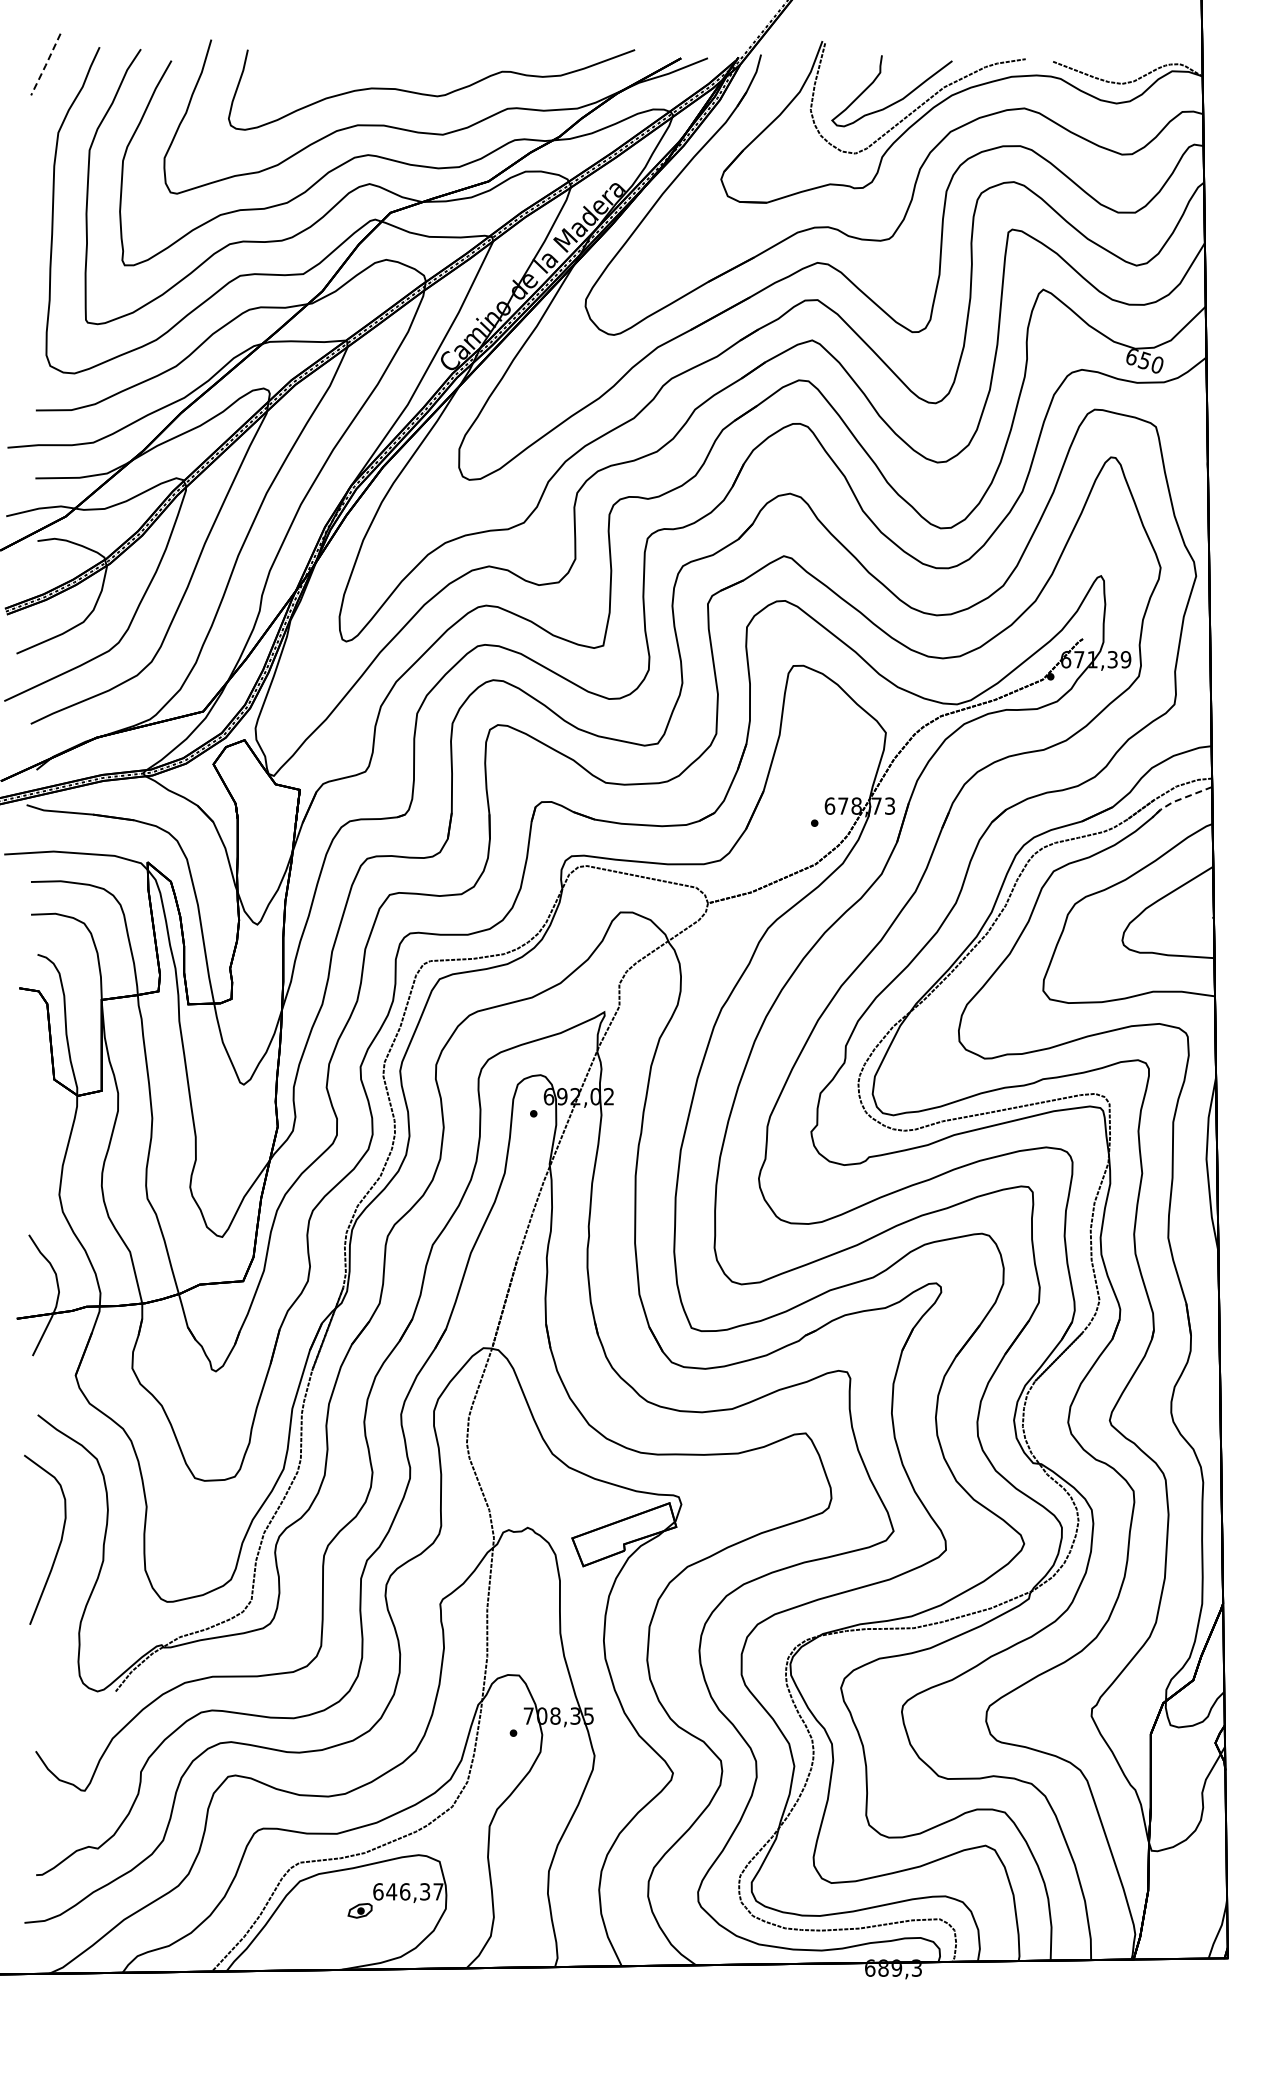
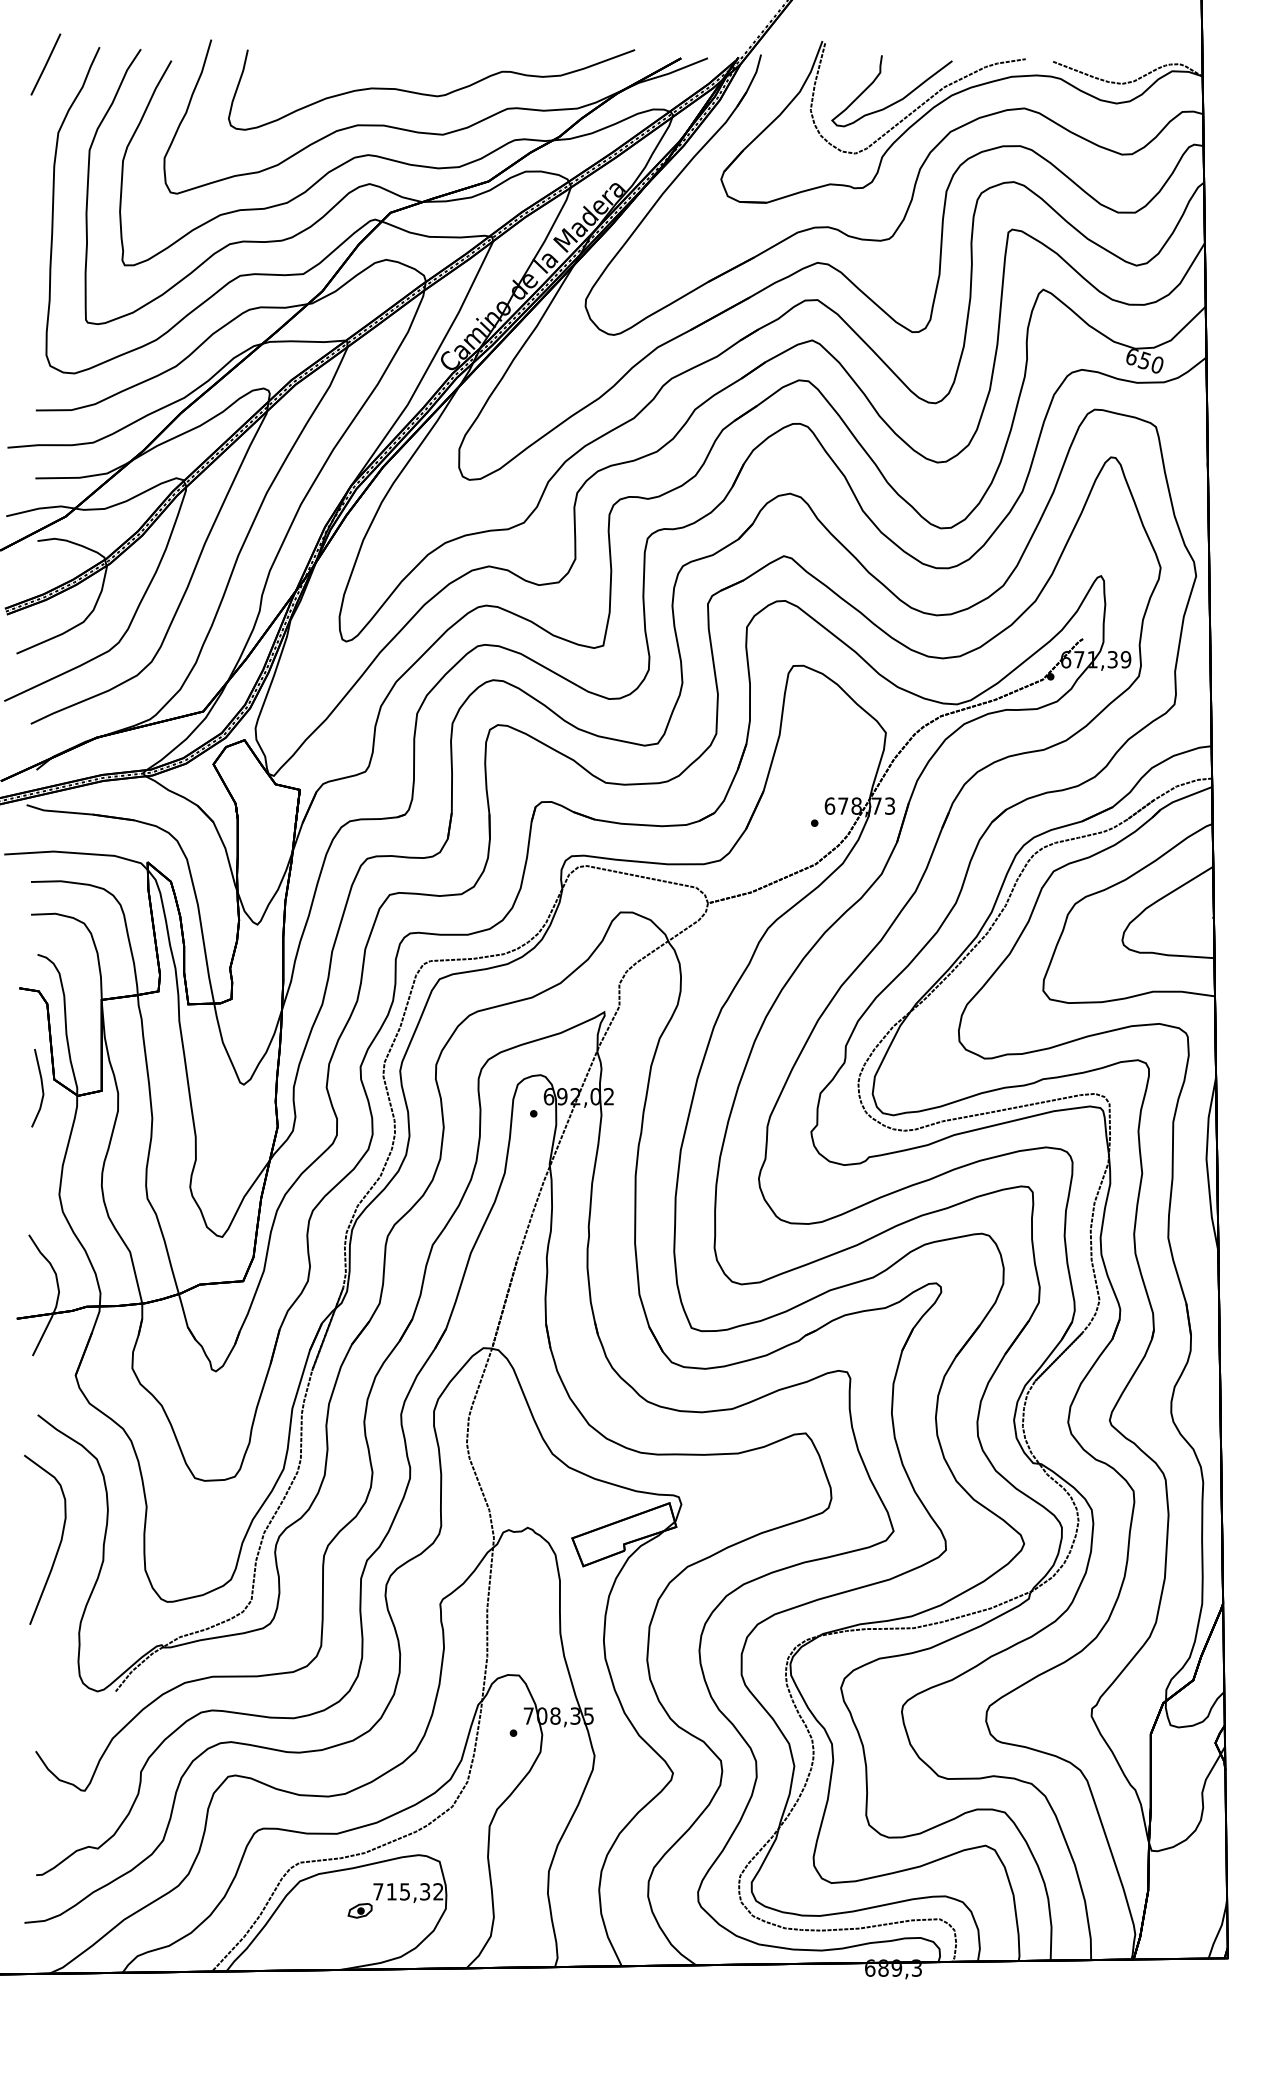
line at (45, 65): dashed -> solid
line at (1179, 799): dashed -> solid
line at (41, 1088): none -> present
text at (408, 1891): 646,37 -> 715,32
